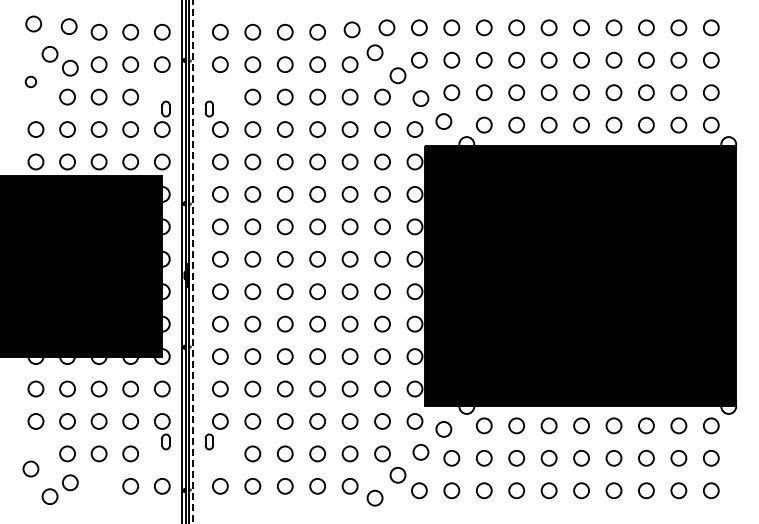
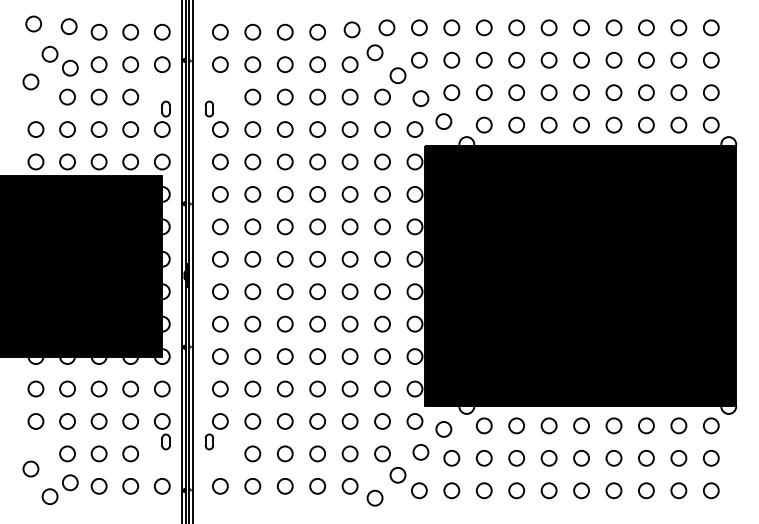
circle at (30, 81) size: 14x14 px -> 18x18 px
line at (193, 261): dashed -> solid
circle at (98, 486): none -> present
